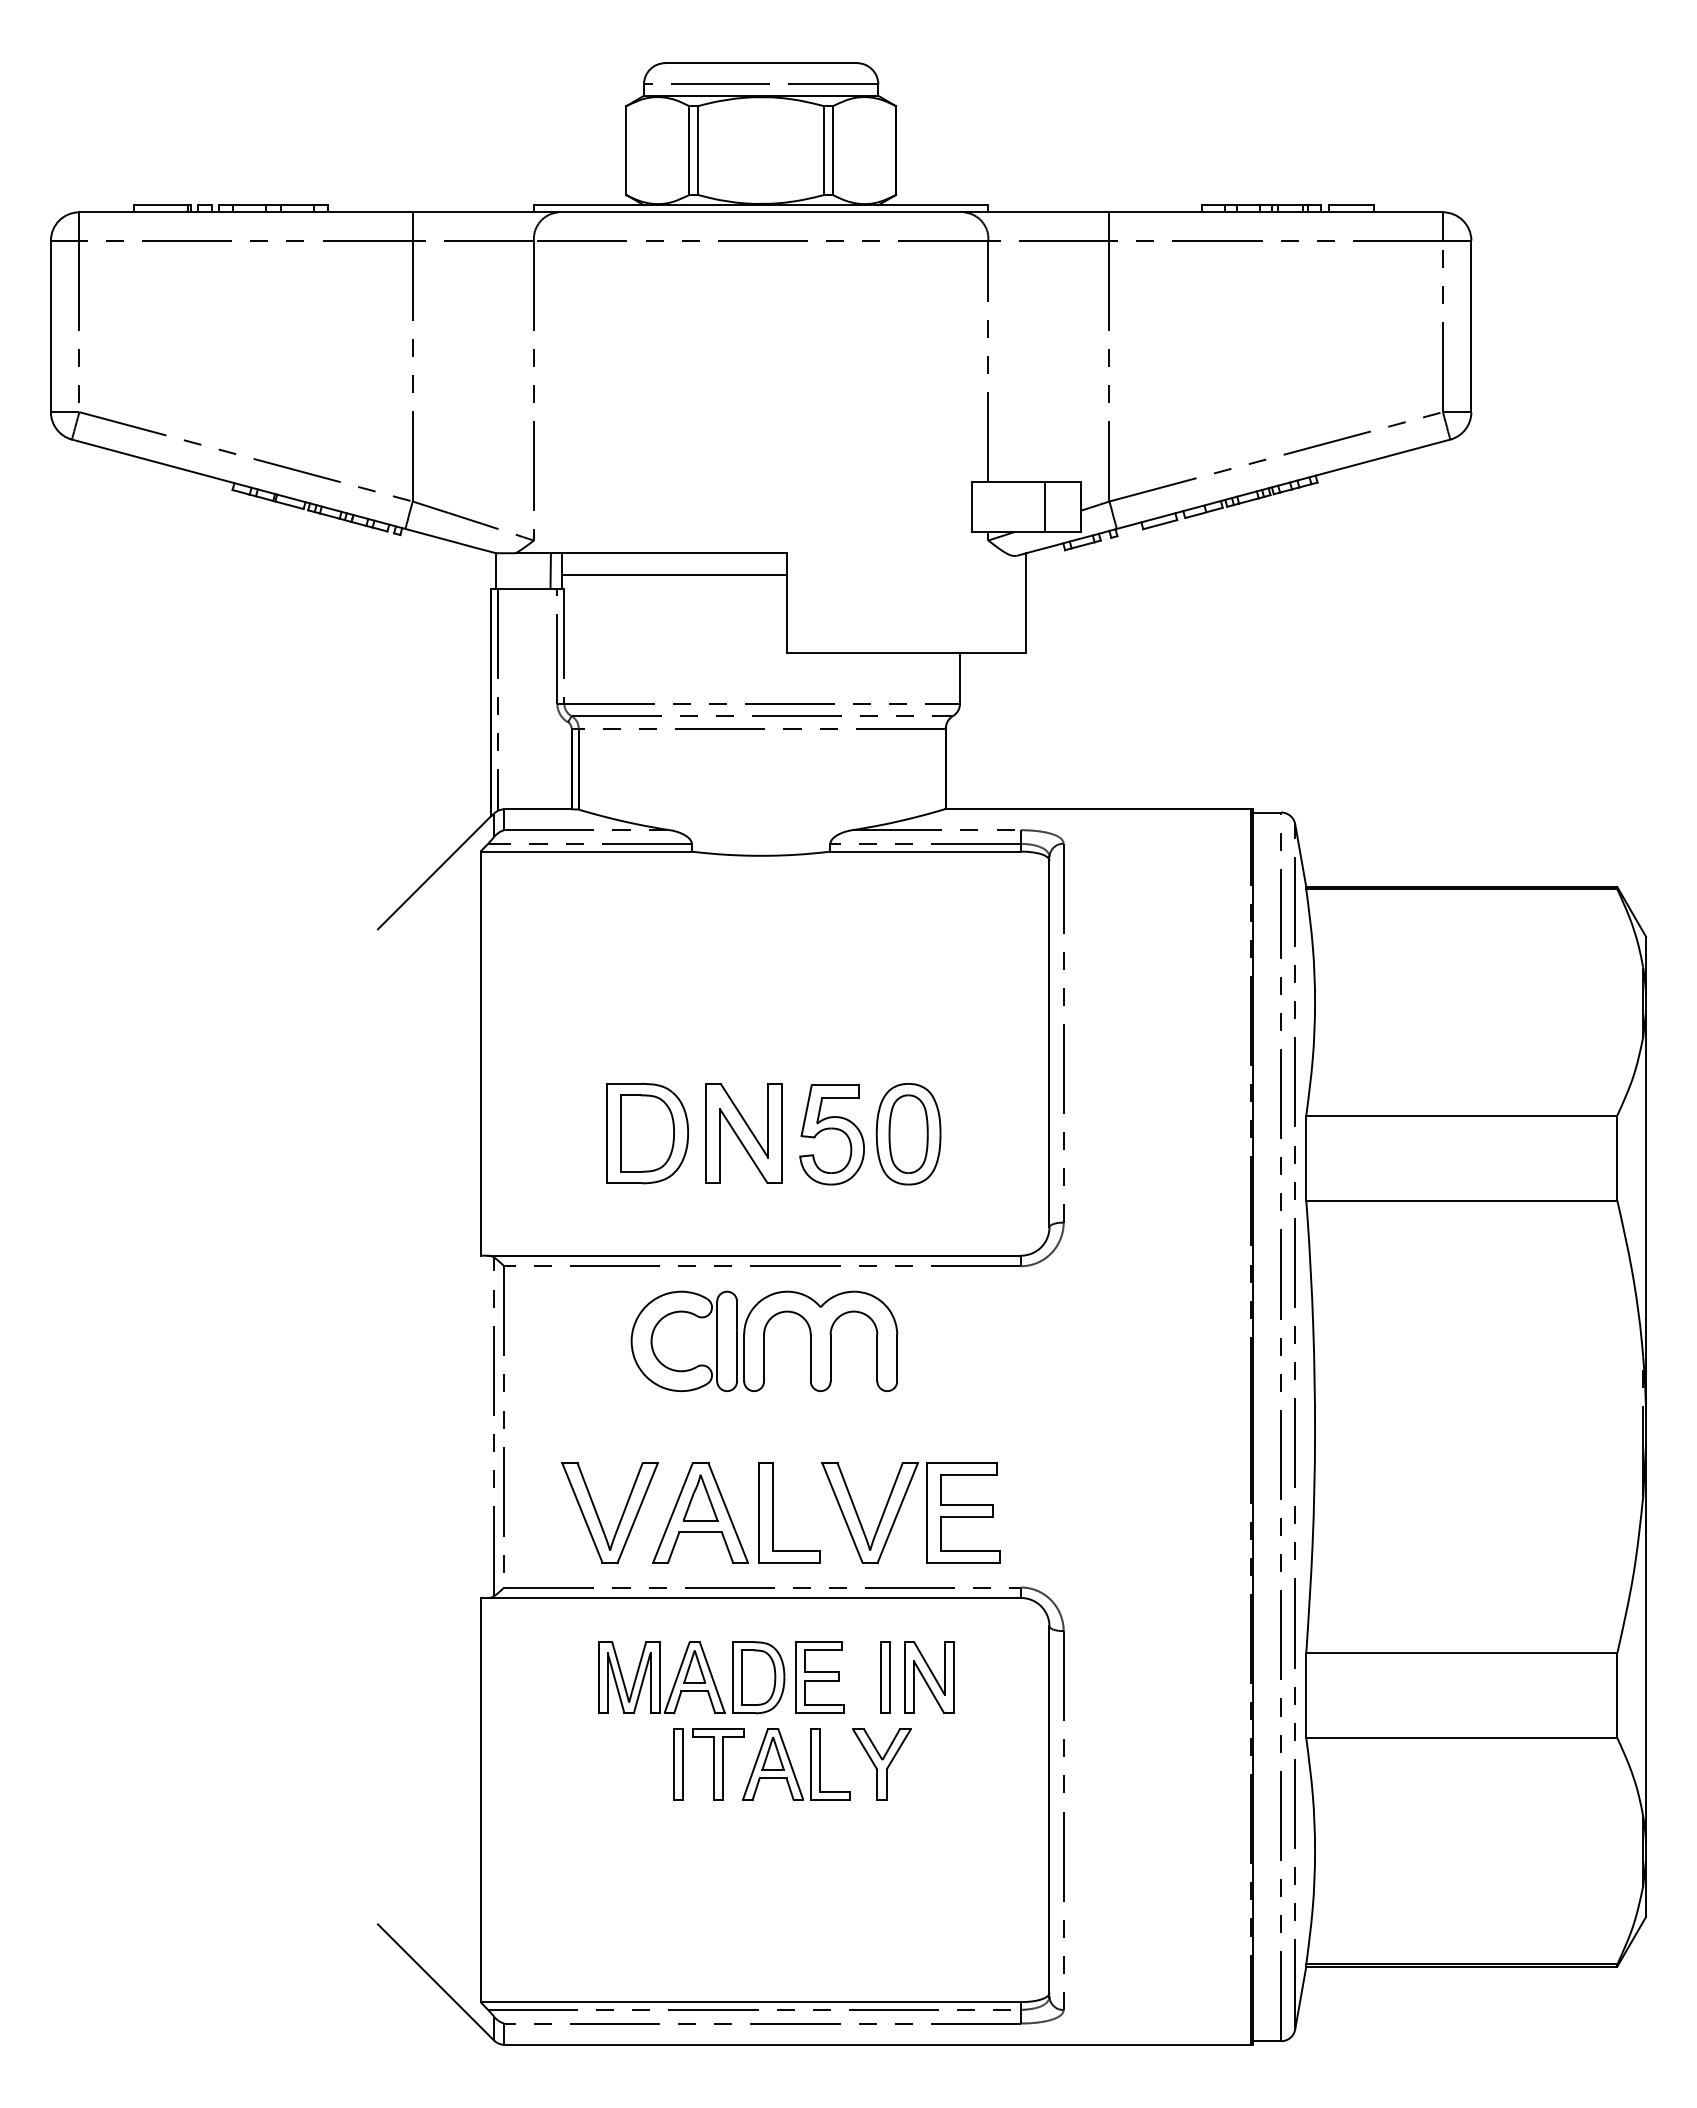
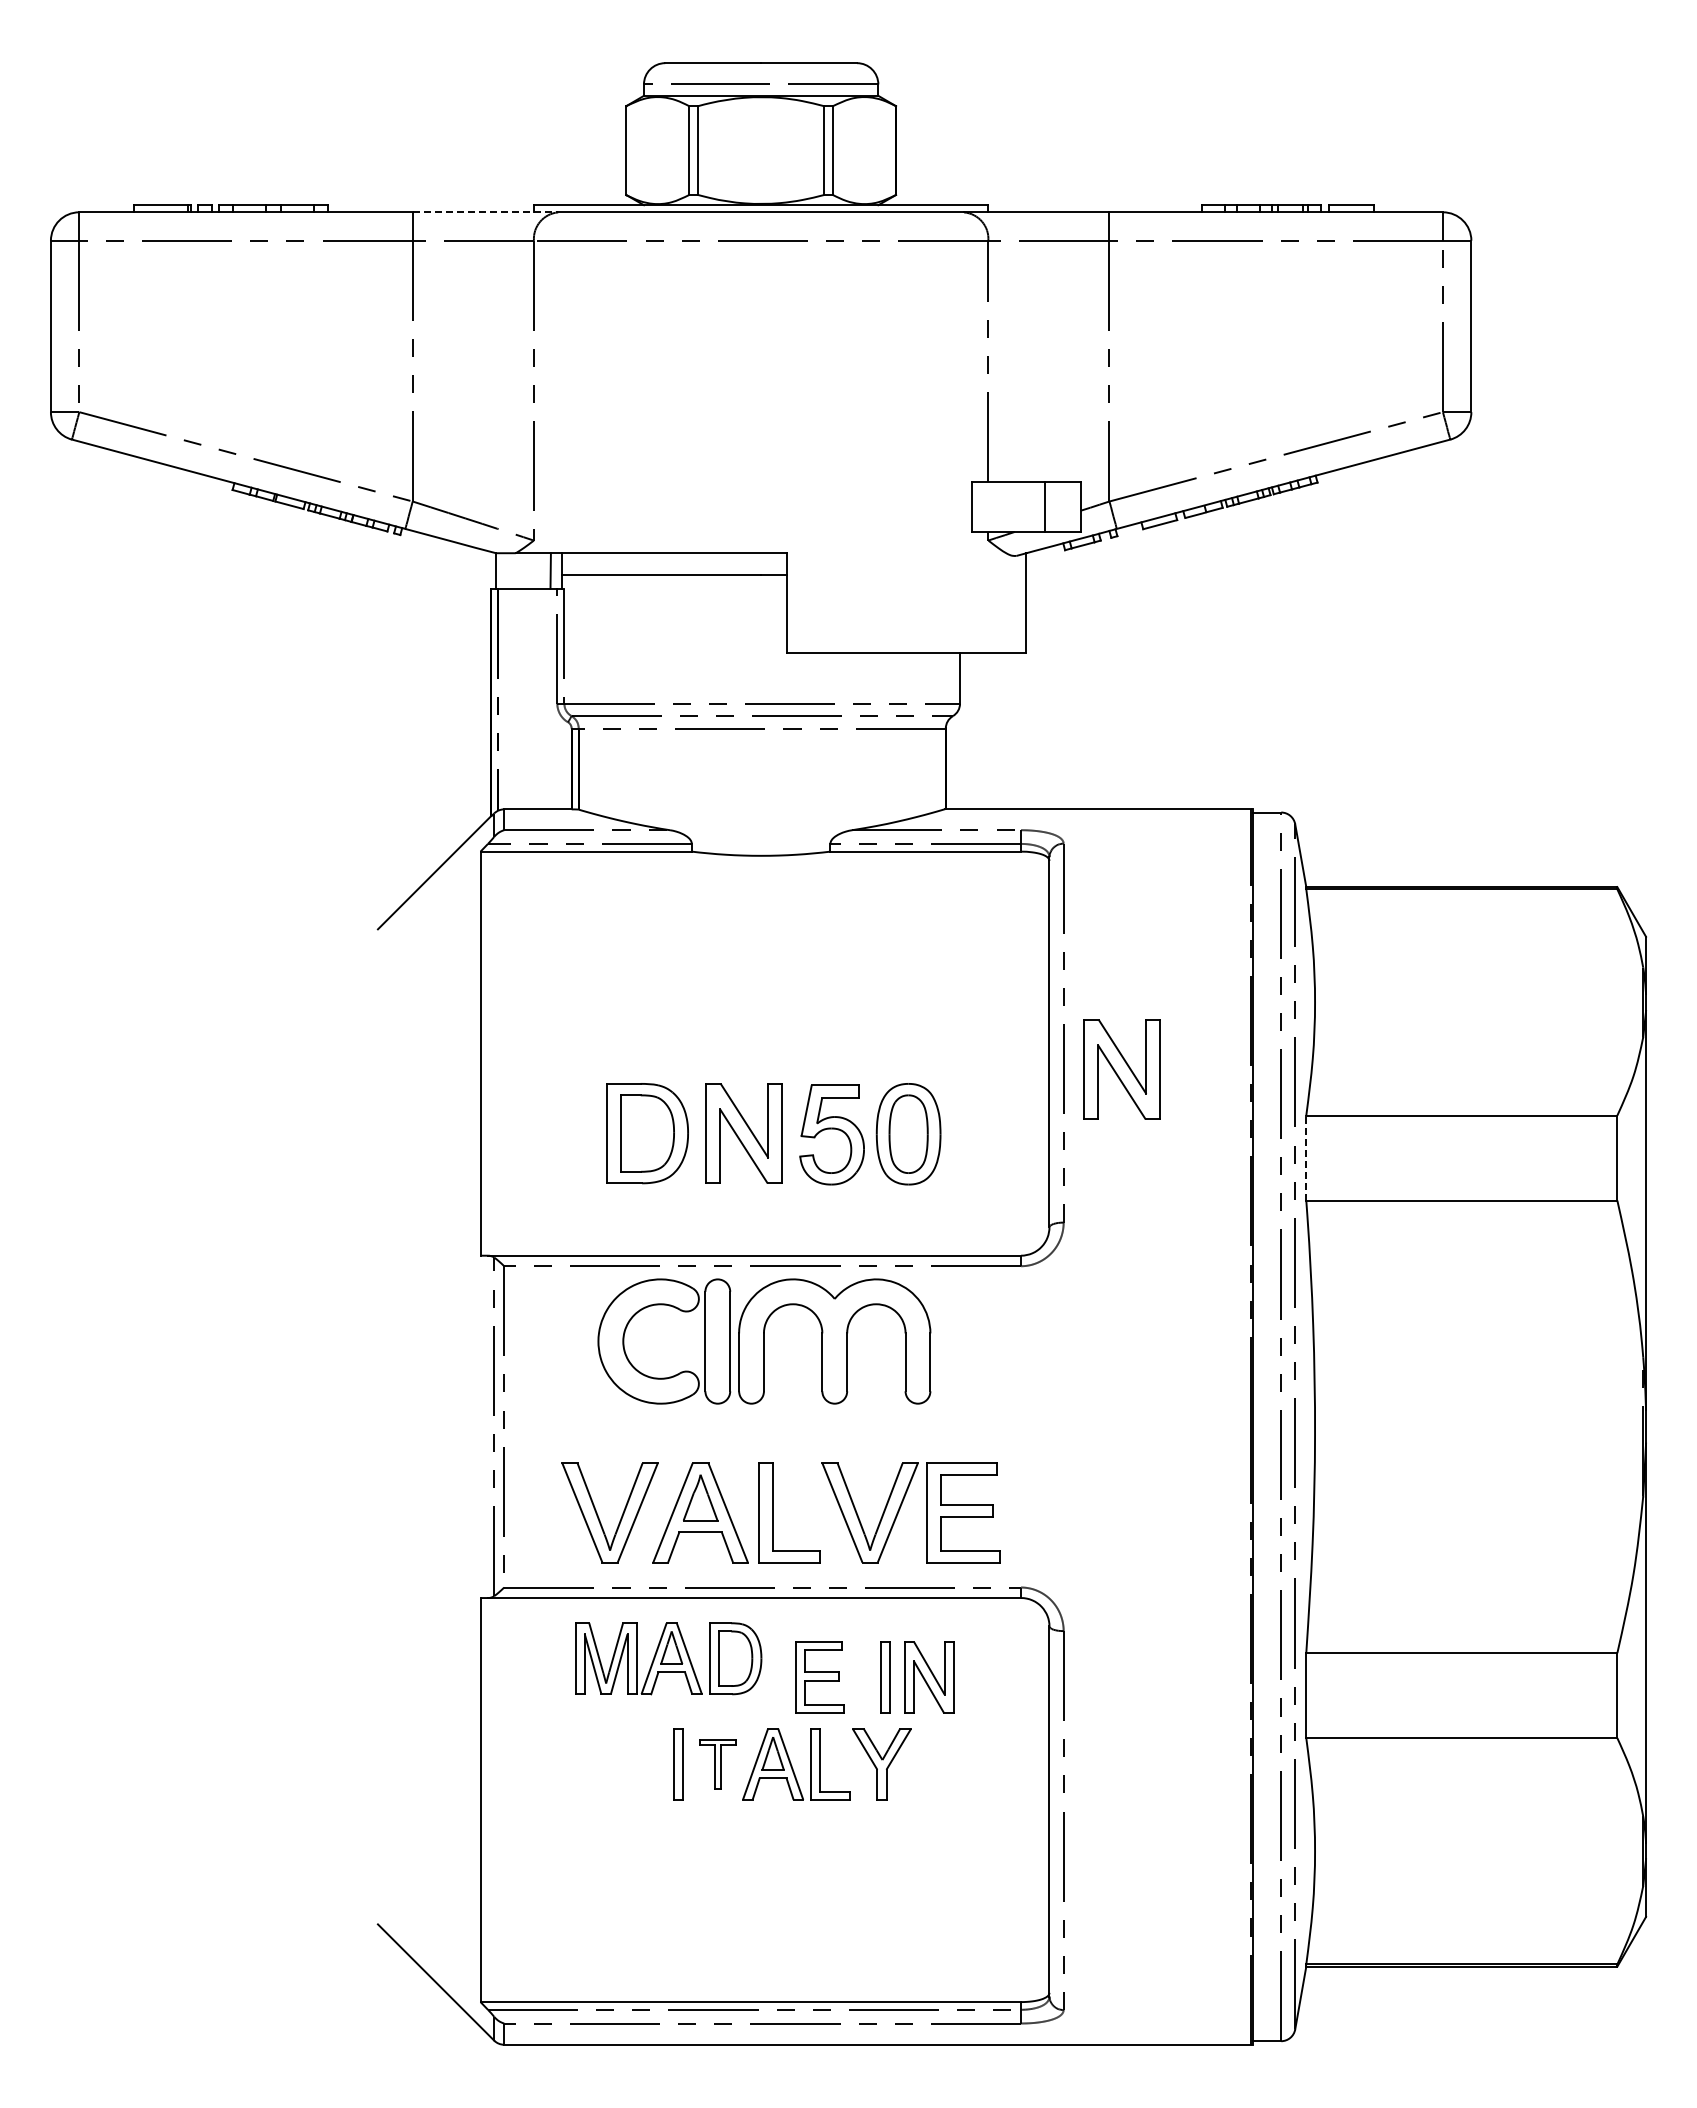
line at (485, 212): solid -> dashed
part at (1121, 1069): none -> present
line at (1306, 1157): solid -> dashed
part at (764, 1340) size: 269x102 px -> 335x127 px
part at (691, 1677) position: (691, 1677) -> (668, 1658)
part at (718, 1764) size: 53x73 px -> 38x51 px
